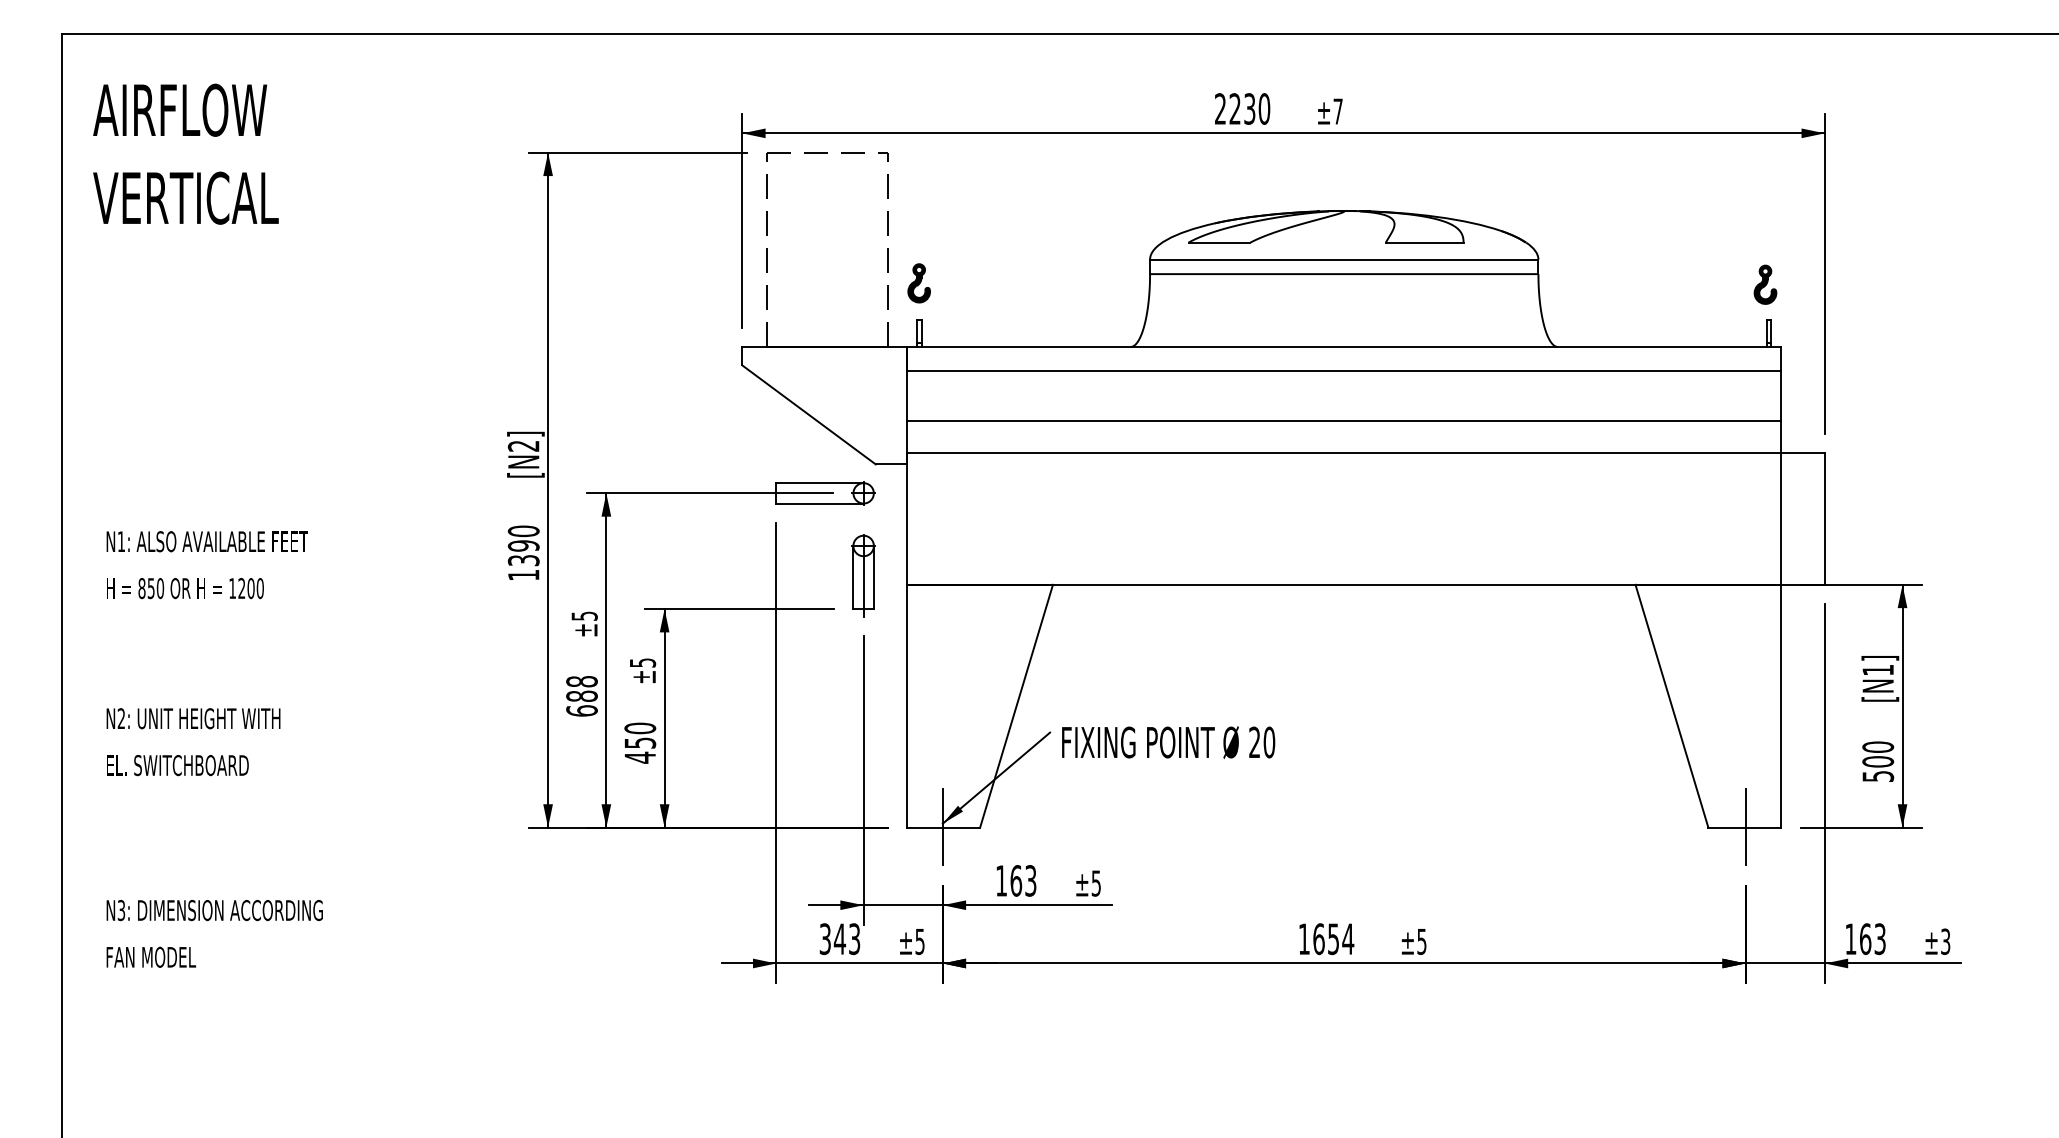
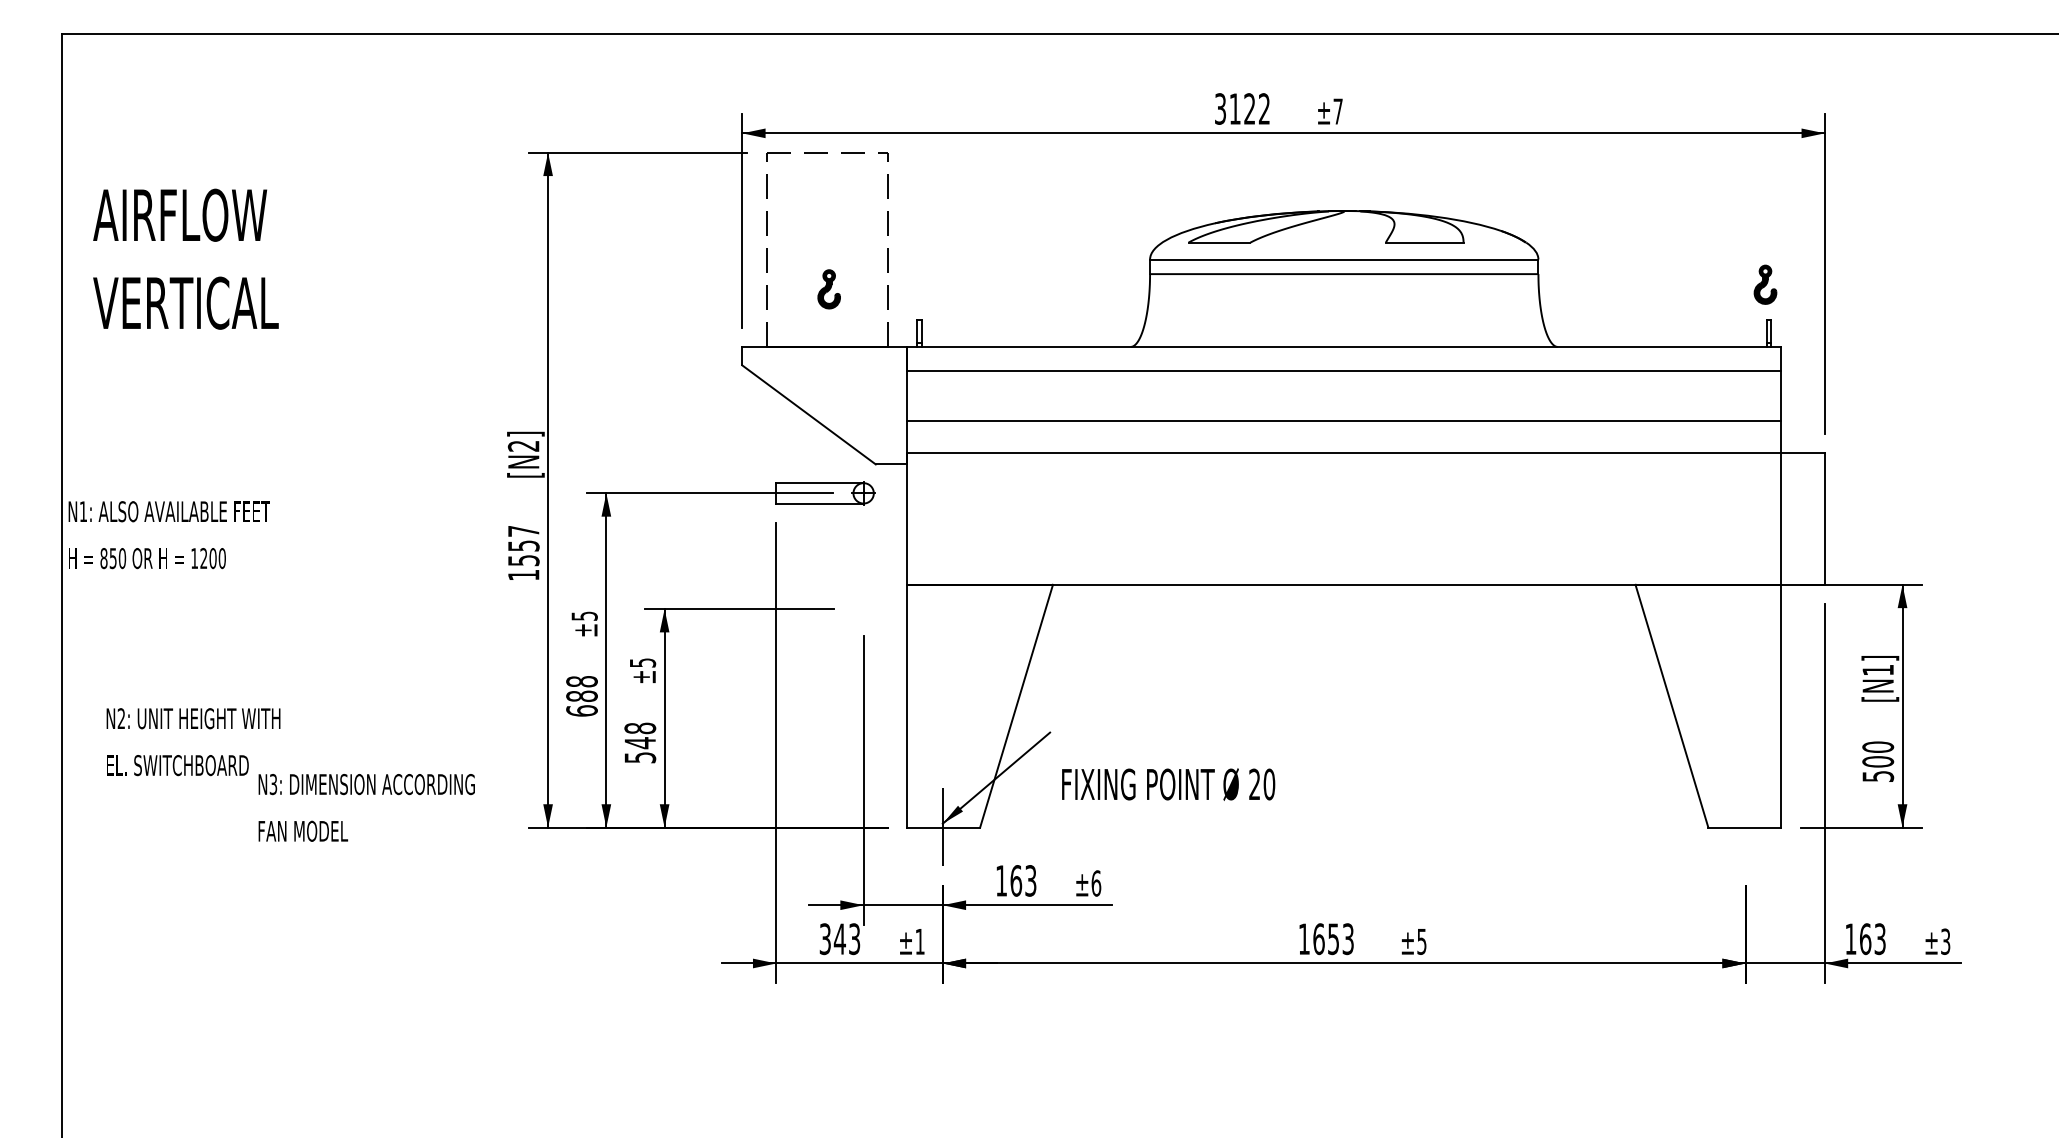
text at (1242, 108): 2230 -> 3122
text at (185, 153) position: (185, 153) -> (185, 258)
part at (918, 283) position: (918, 283) -> (828, 289)
text at (523, 545): 1390 -> 1557
text at (206, 565) position: (206, 565) -> (168, 535)
part at (863, 575): present -> none
text at (640, 742): 450 -> 548
text at (1168, 742) position: (1168, 742) -> (1168, 784)
line at (1745, 826): present -> none
text at (1096, 883): ±5 -> ±6
text at (214, 933) position: (214, 933) -> (366, 807)
text at (1348, 939): 1654 -> 1653
text at (919, 941): ±5 -> ±1
